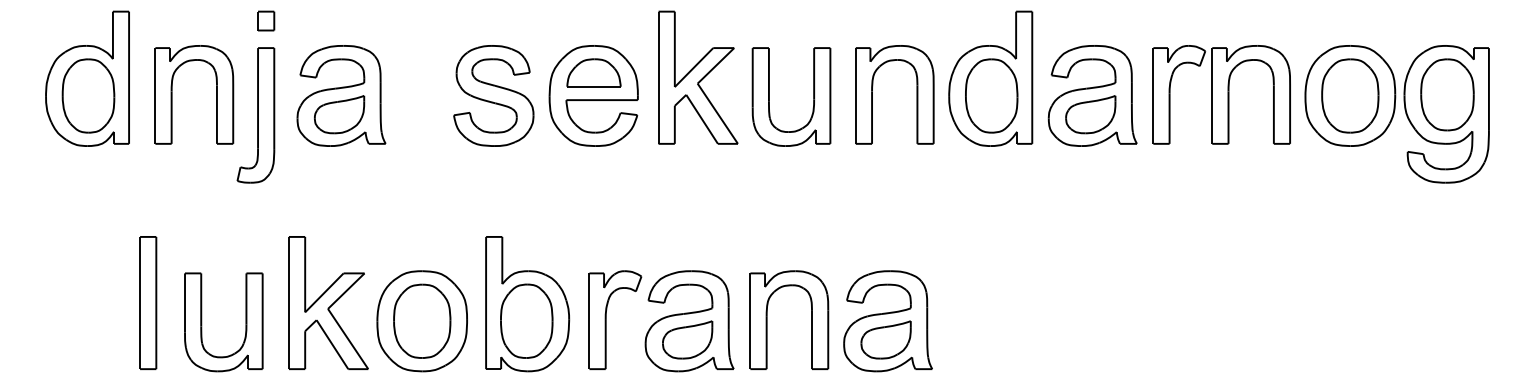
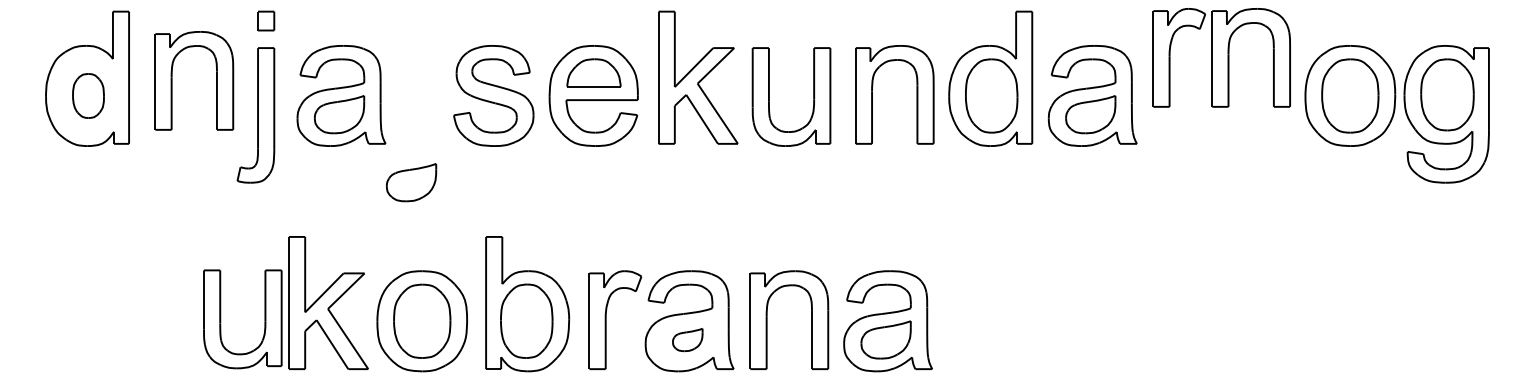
part at (172, 94) position: (172, 94) -> (172, 80)
part at (1221, 94) position: (1221, 94) -> (1221, 57)
part at (88, 95) size: 55x76 px -> 33x46 px
part at (411, 182): none -> present
part at (148, 302): present -> none
part at (202, 322) position: (202, 322) -> (221, 319)
part at (687, 339) size: 52x40 px -> 32x25 px
